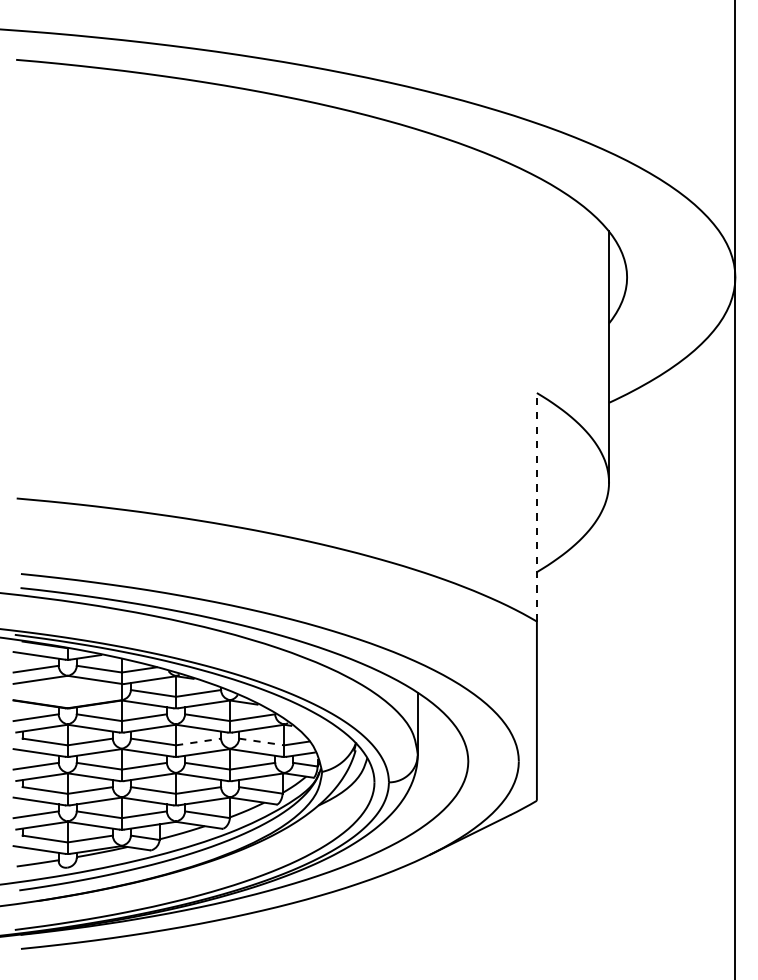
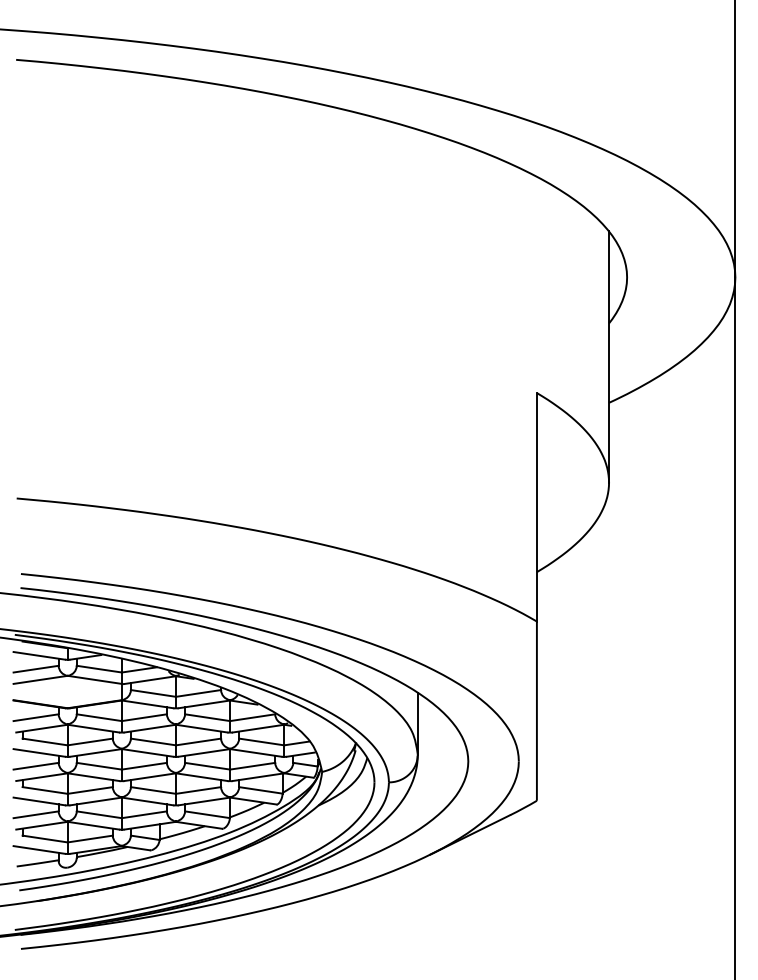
line at (536, 506): dashed -> solid
line at (198, 741): dashed -> solid
line at (261, 741): dashed -> solid
